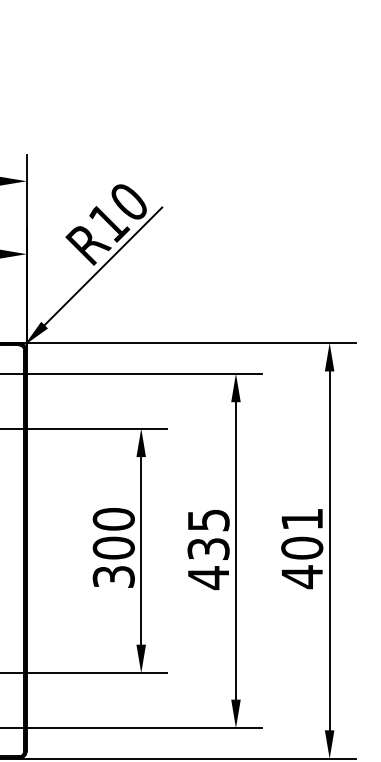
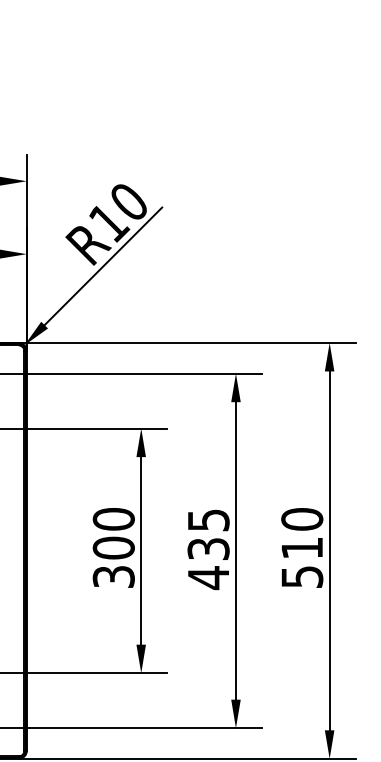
text at (302, 548): 401 -> 510
